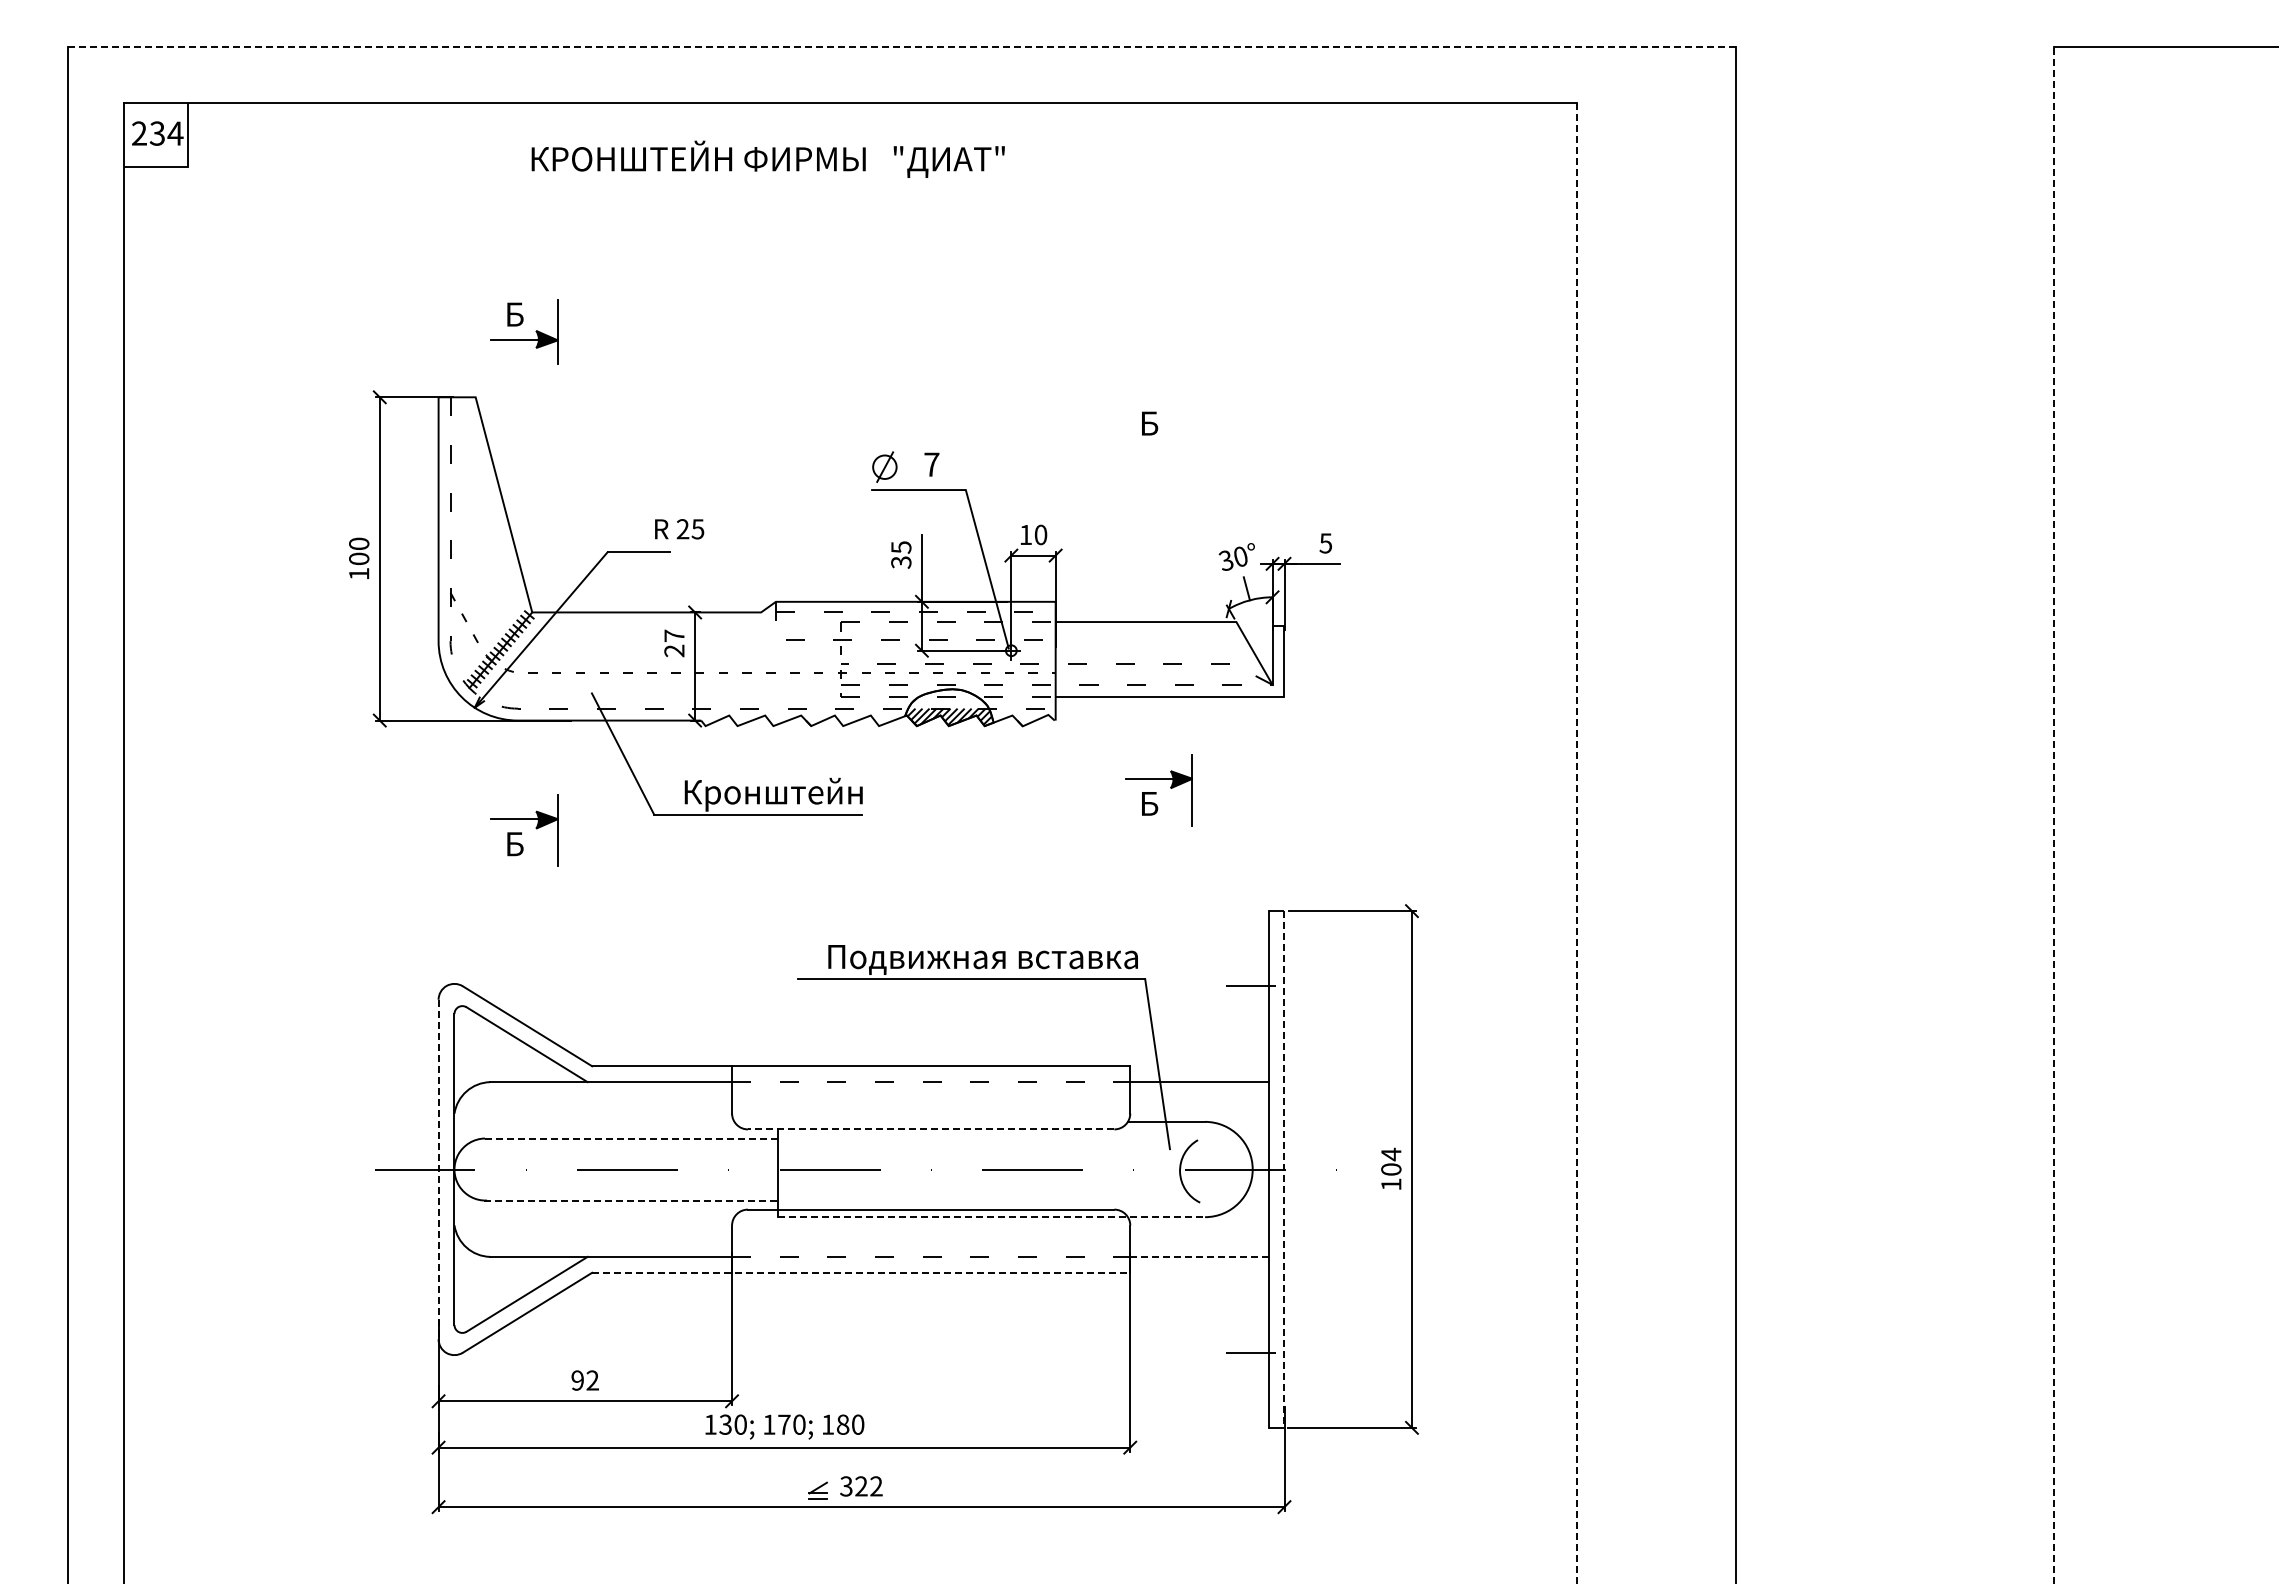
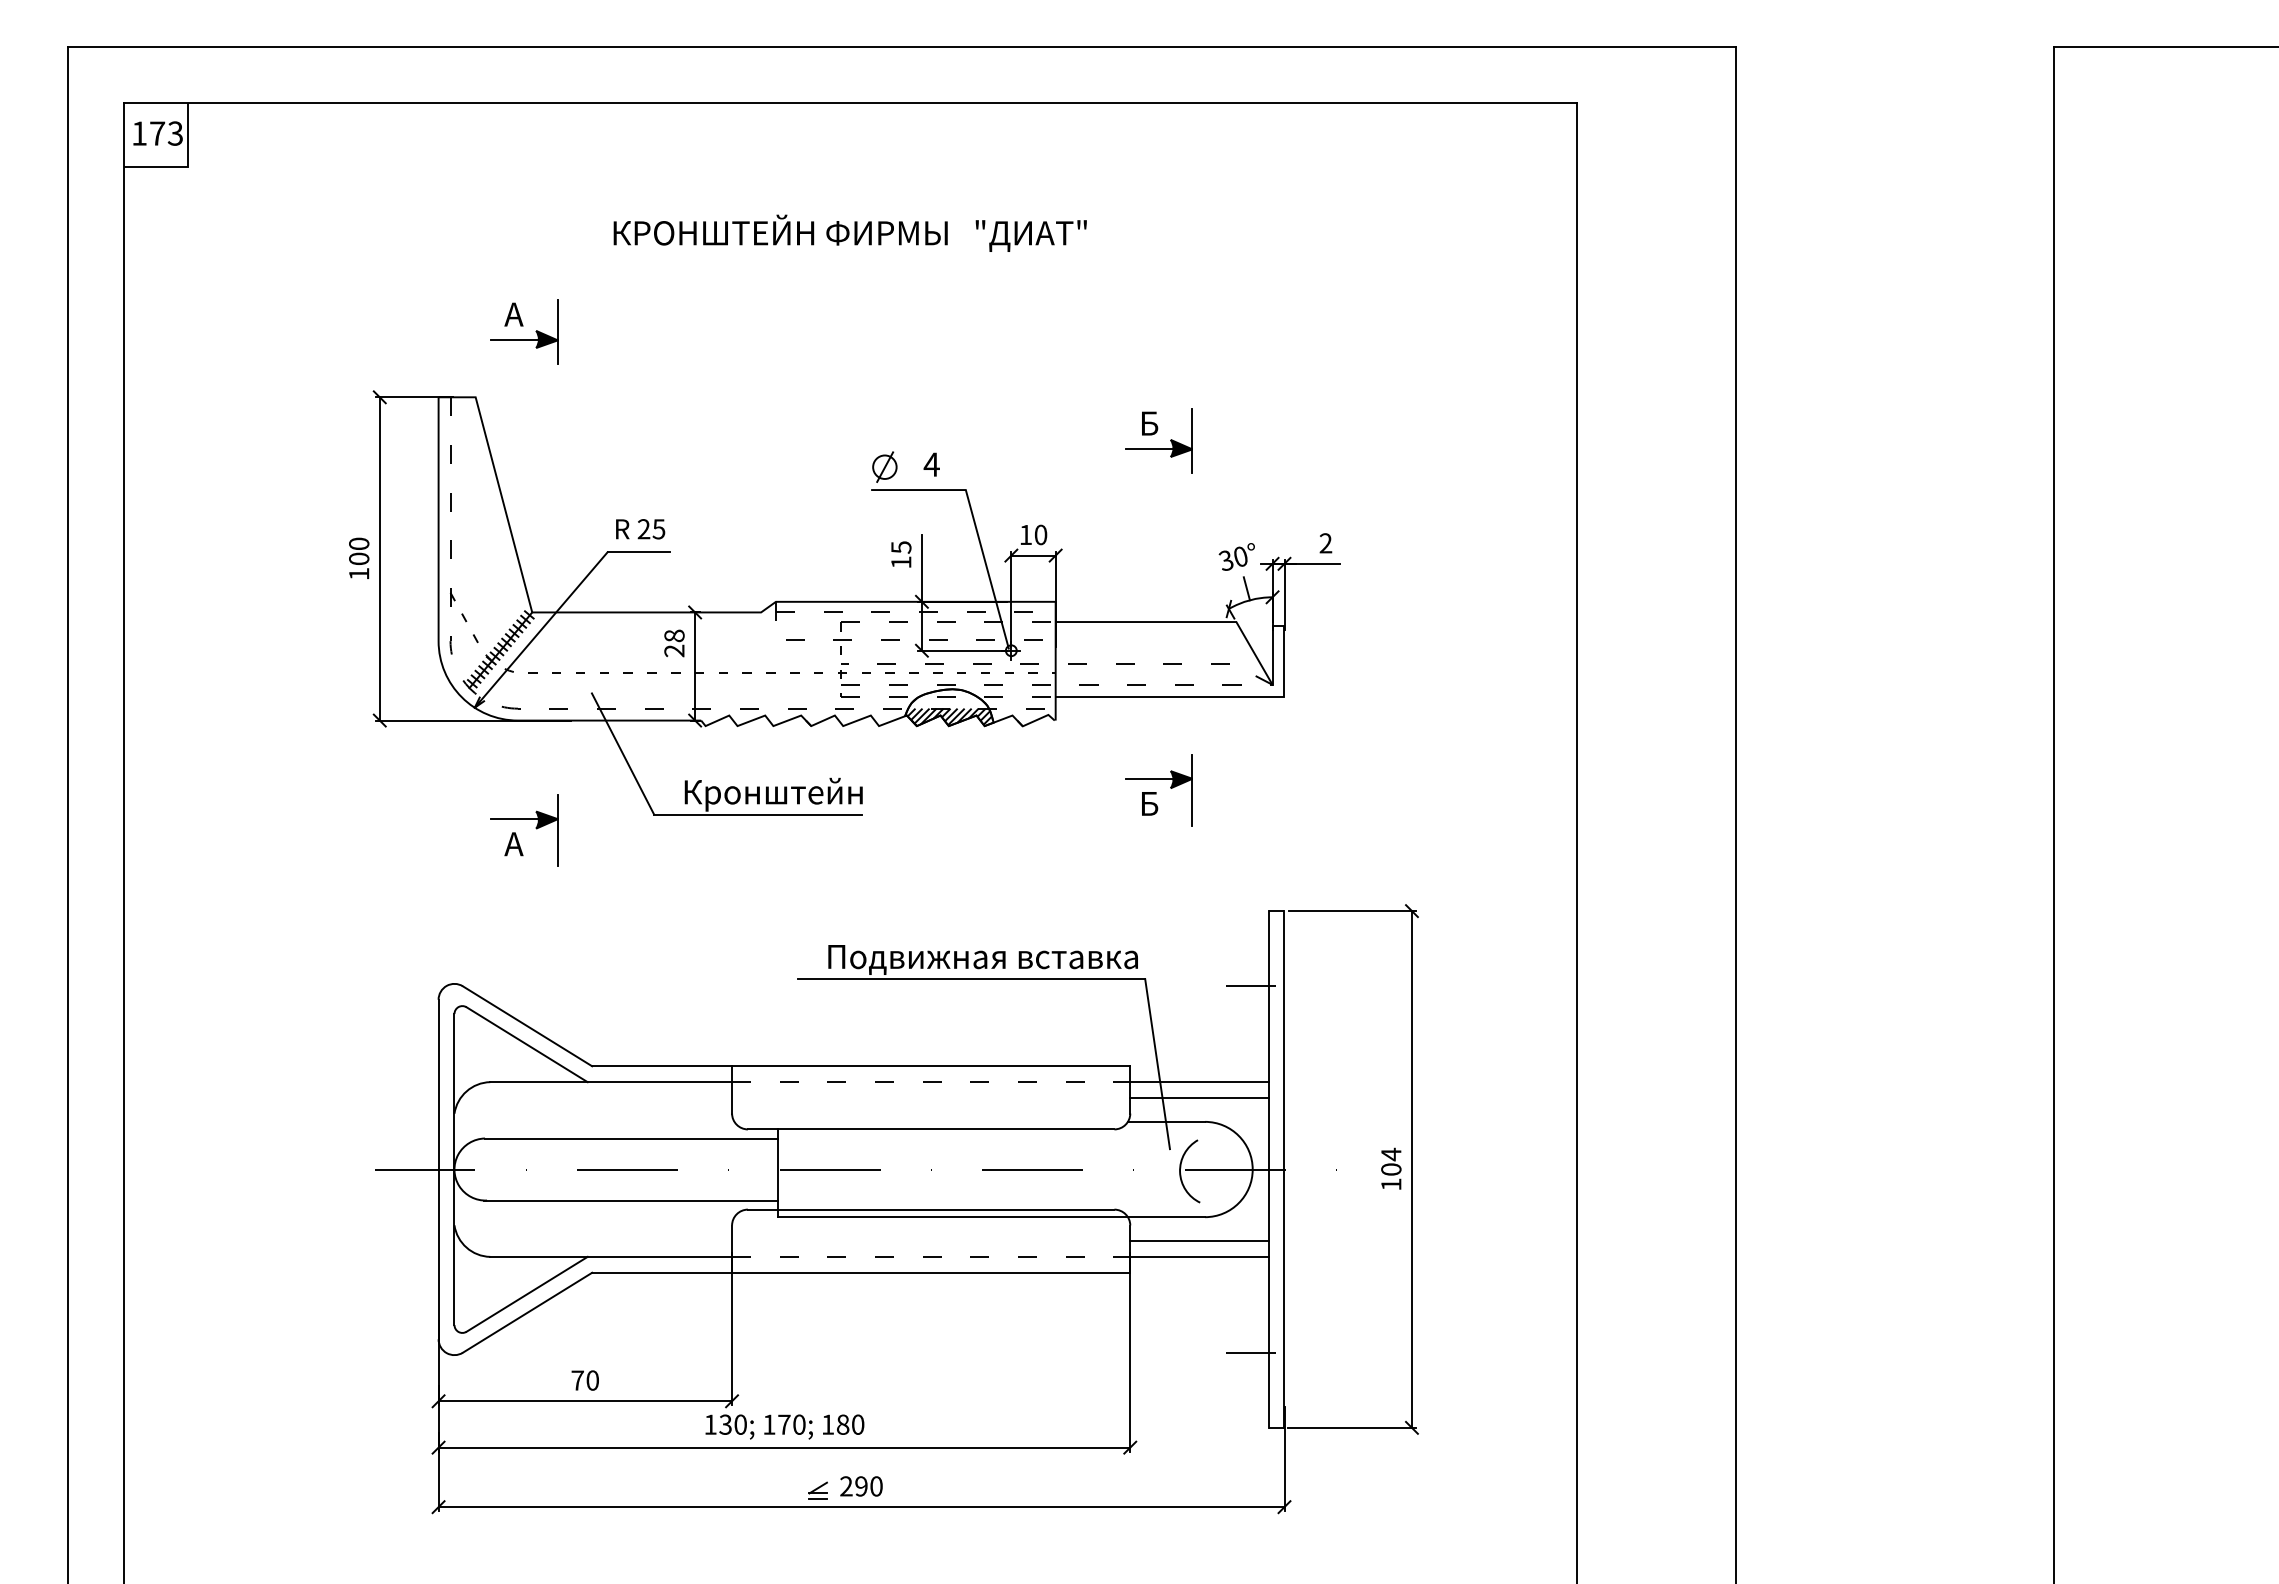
line at (902, 47): dashed -> solid
text at (157, 133): 234 -> 173
text at (767, 158) position: (767, 158) -> (849, 232)
text at (513, 314): Б -> А
part at (1158, 448): none -> present
text at (931, 464): 7 -> 4
text at (679, 529) position: (679, 529) -> (640, 529)
text at (1325, 543): 5 -> 2
text at (901, 562): 35 -> 15
text at (674, 635): 27 -> 28
line at (2054, 815): dashed -> solid
line at (1577, 843): dashed -> solid
text at (513, 844): Б -> А
line at (1199, 1098): none -> present
line at (930, 1129): dashed -> solid
line at (631, 1138): dashed -> solid
line at (438, 1169): dashed -> solid
line at (1284, 1170): dashed -> solid
line at (631, 1200): dashed -> solid
line at (992, 1217): dashed -> solid
line at (1199, 1241): none -> present
line at (1199, 1256): dashed -> solid
line at (861, 1272): dashed -> solid
text at (584, 1380): 92 -> 70
text at (861, 1486): 322 -> 290
